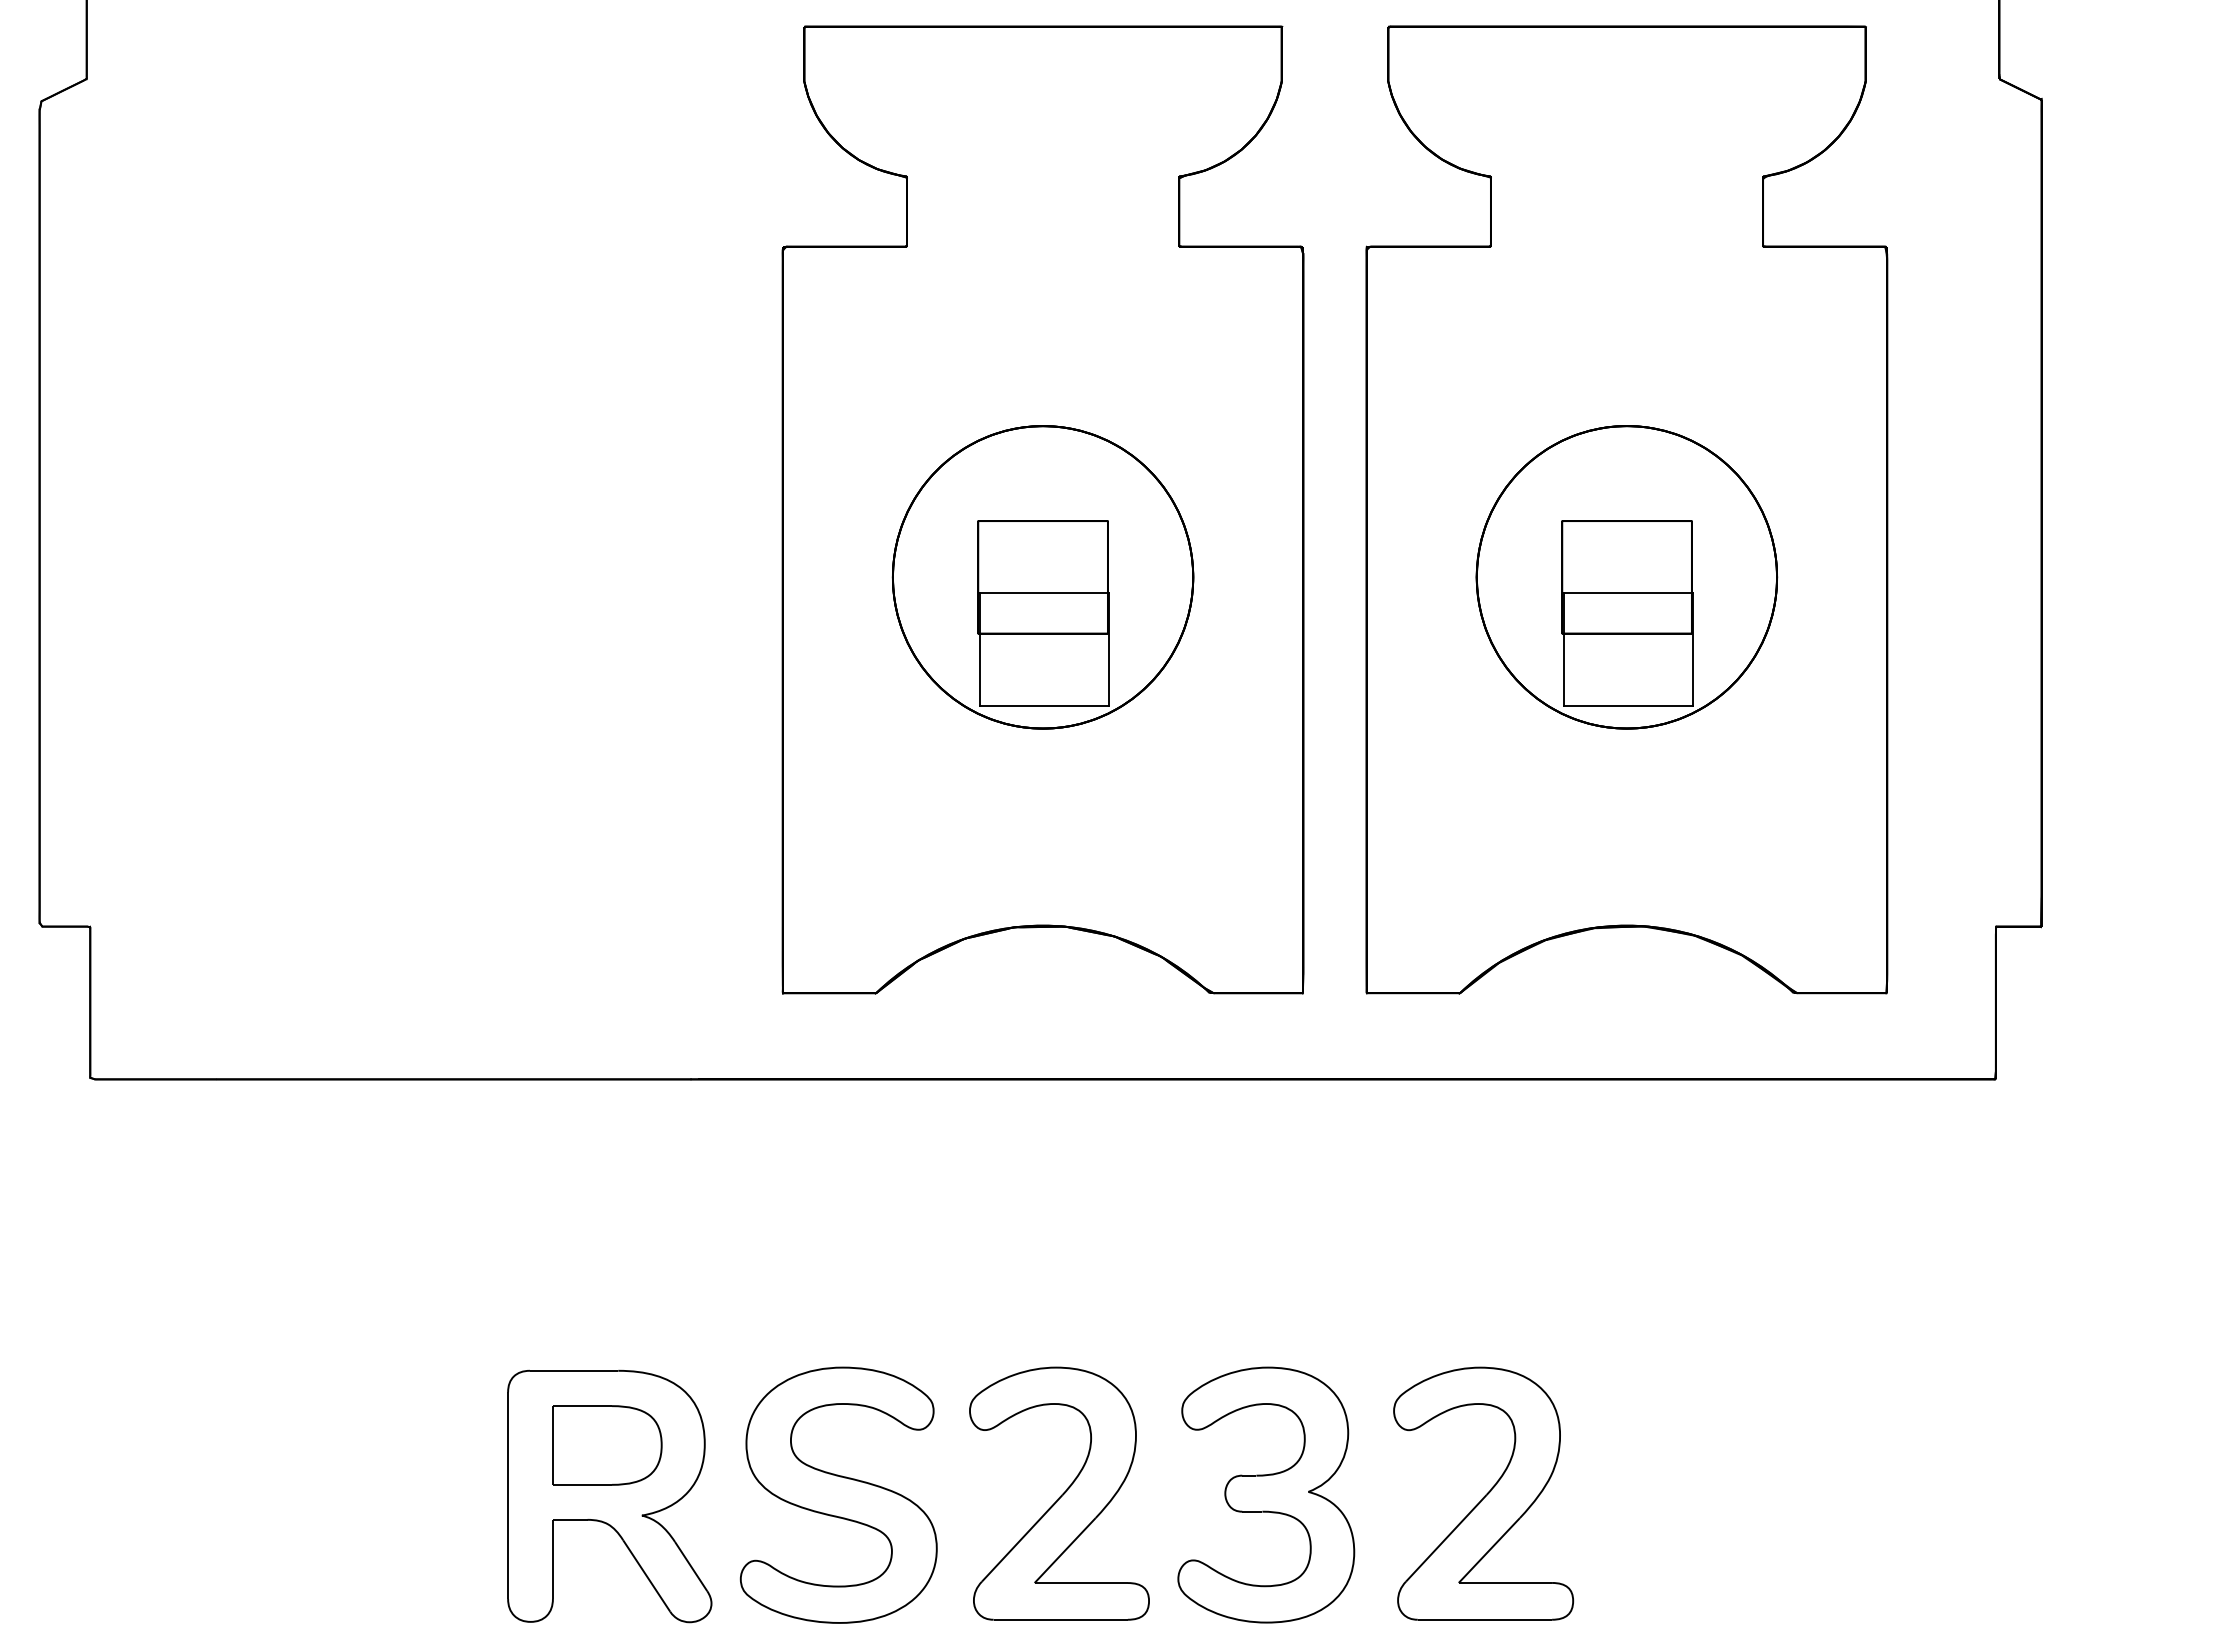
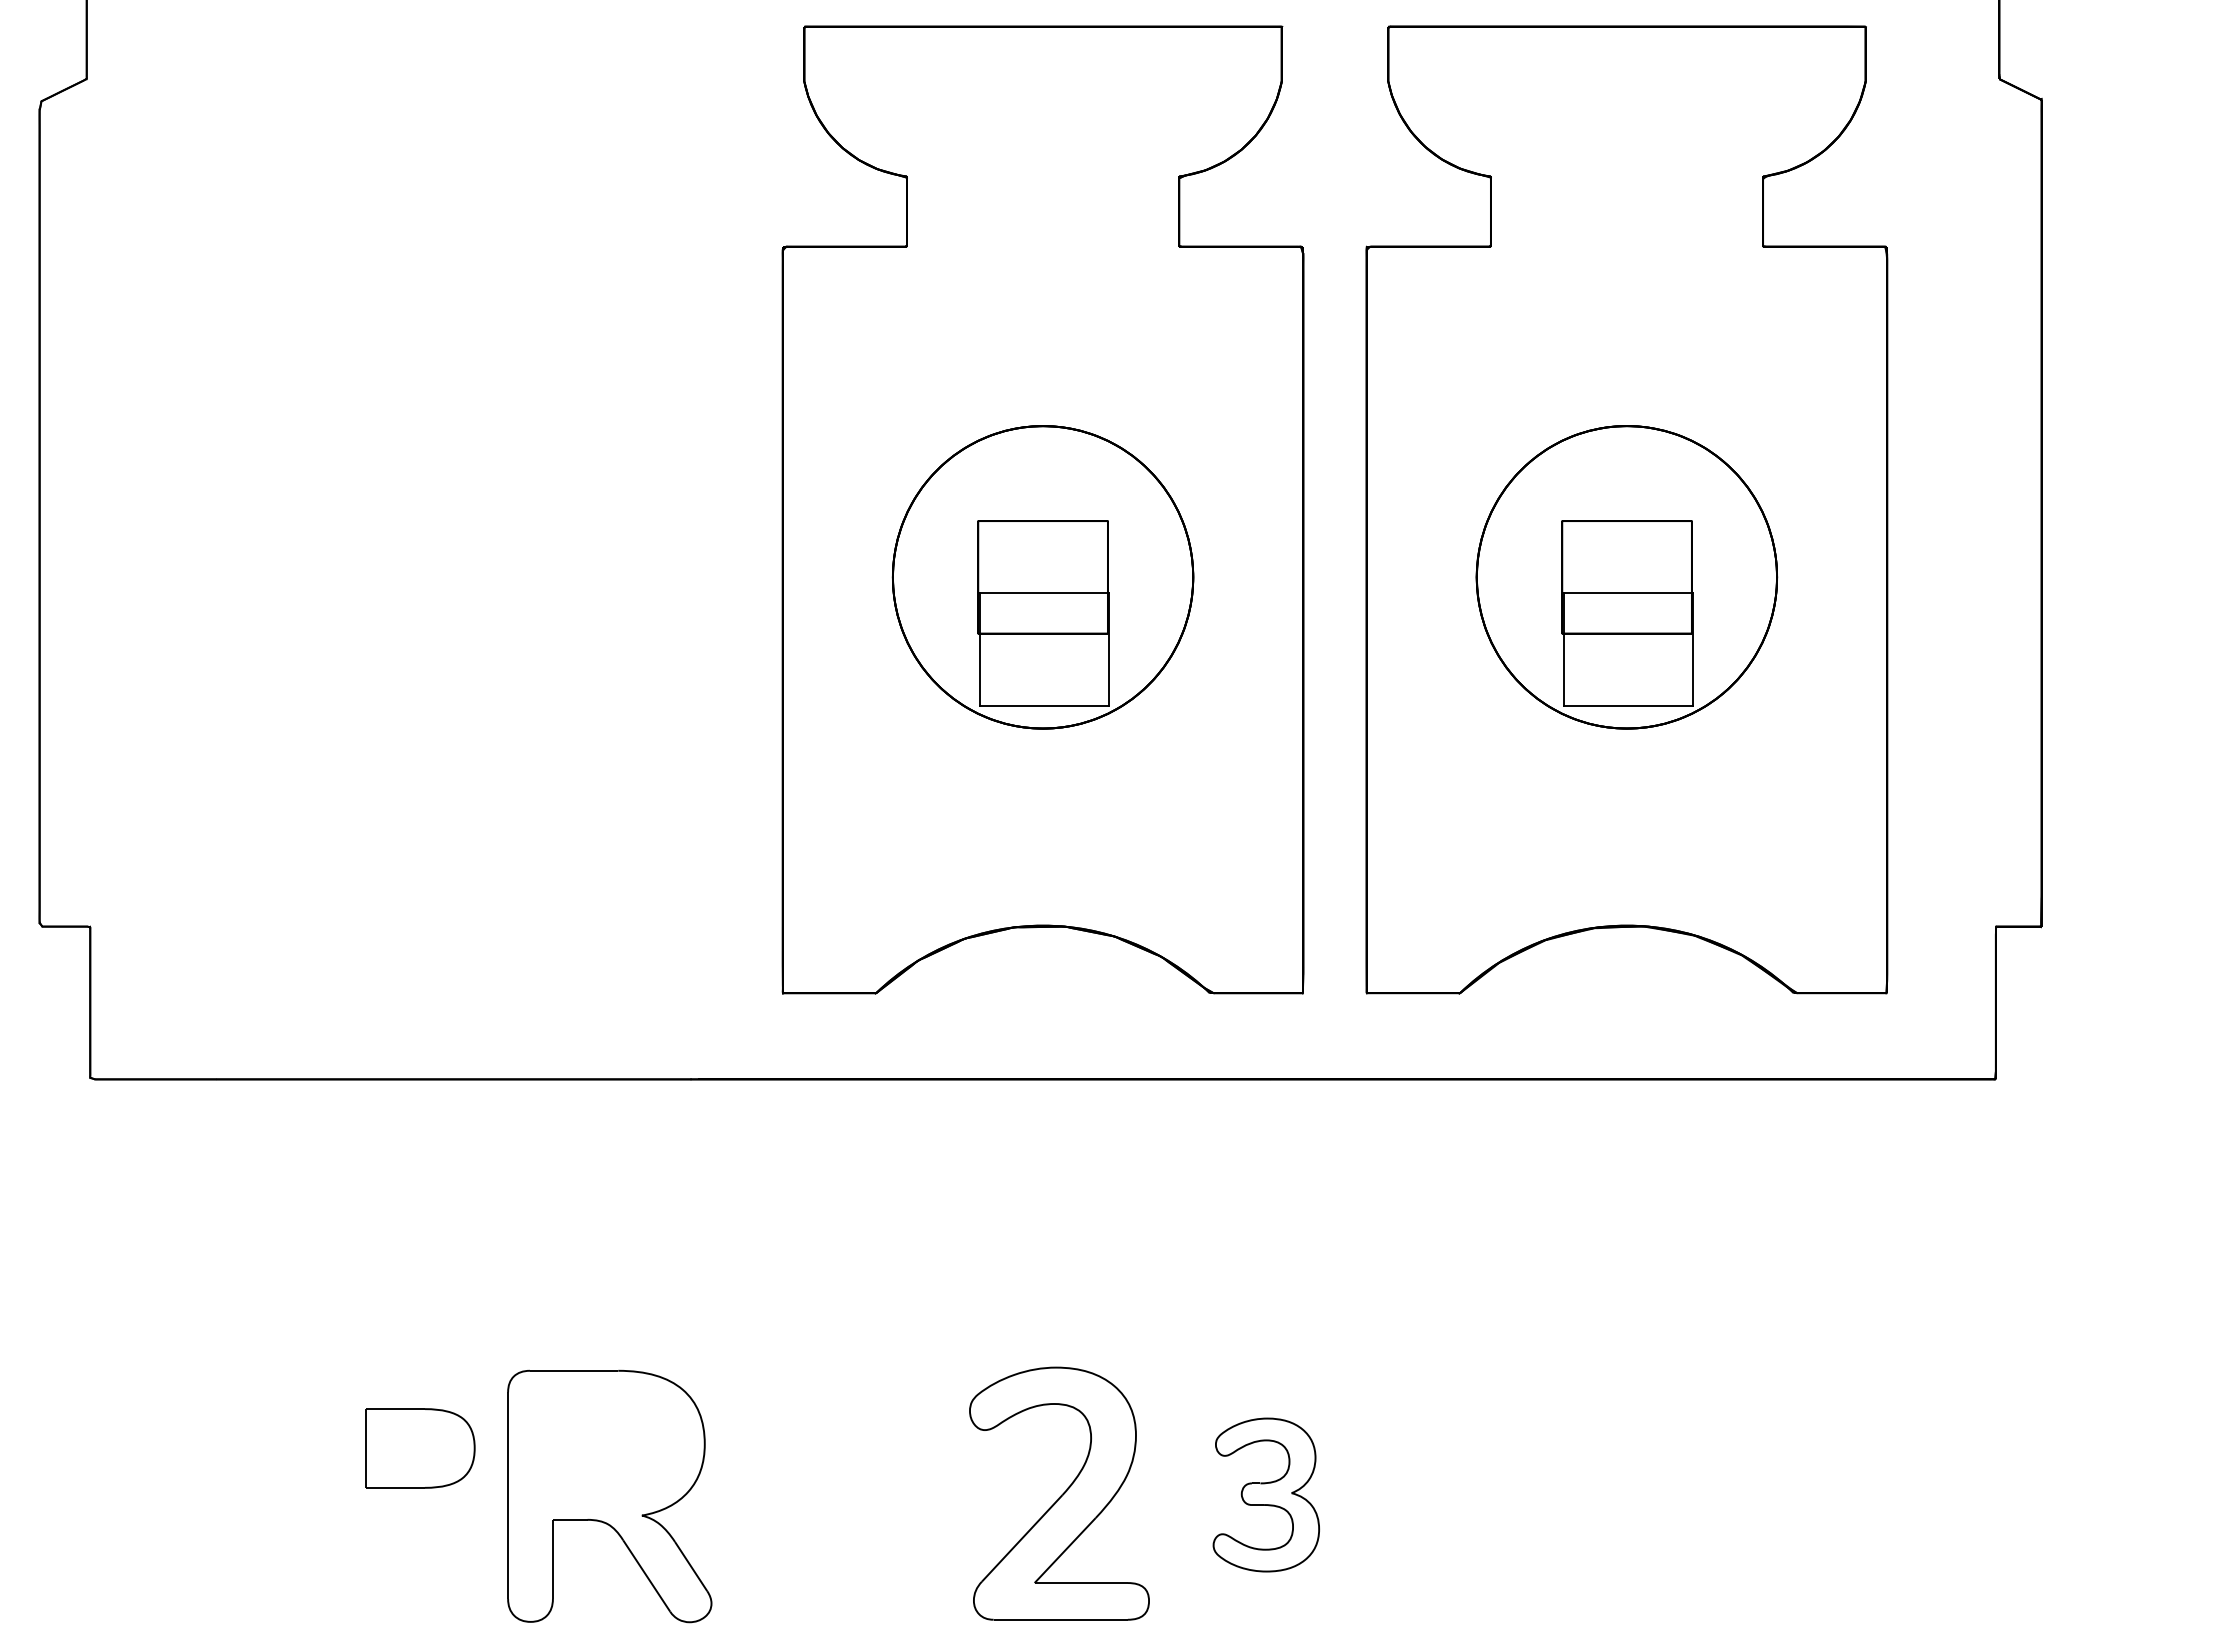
part at (607, 1445) position: (607, 1445) -> (420, 1448)
part at (1483, 1493): present -> none
part at (838, 1494): present -> none
part at (1266, 1494) size: 179x258 px -> 108x156 px
